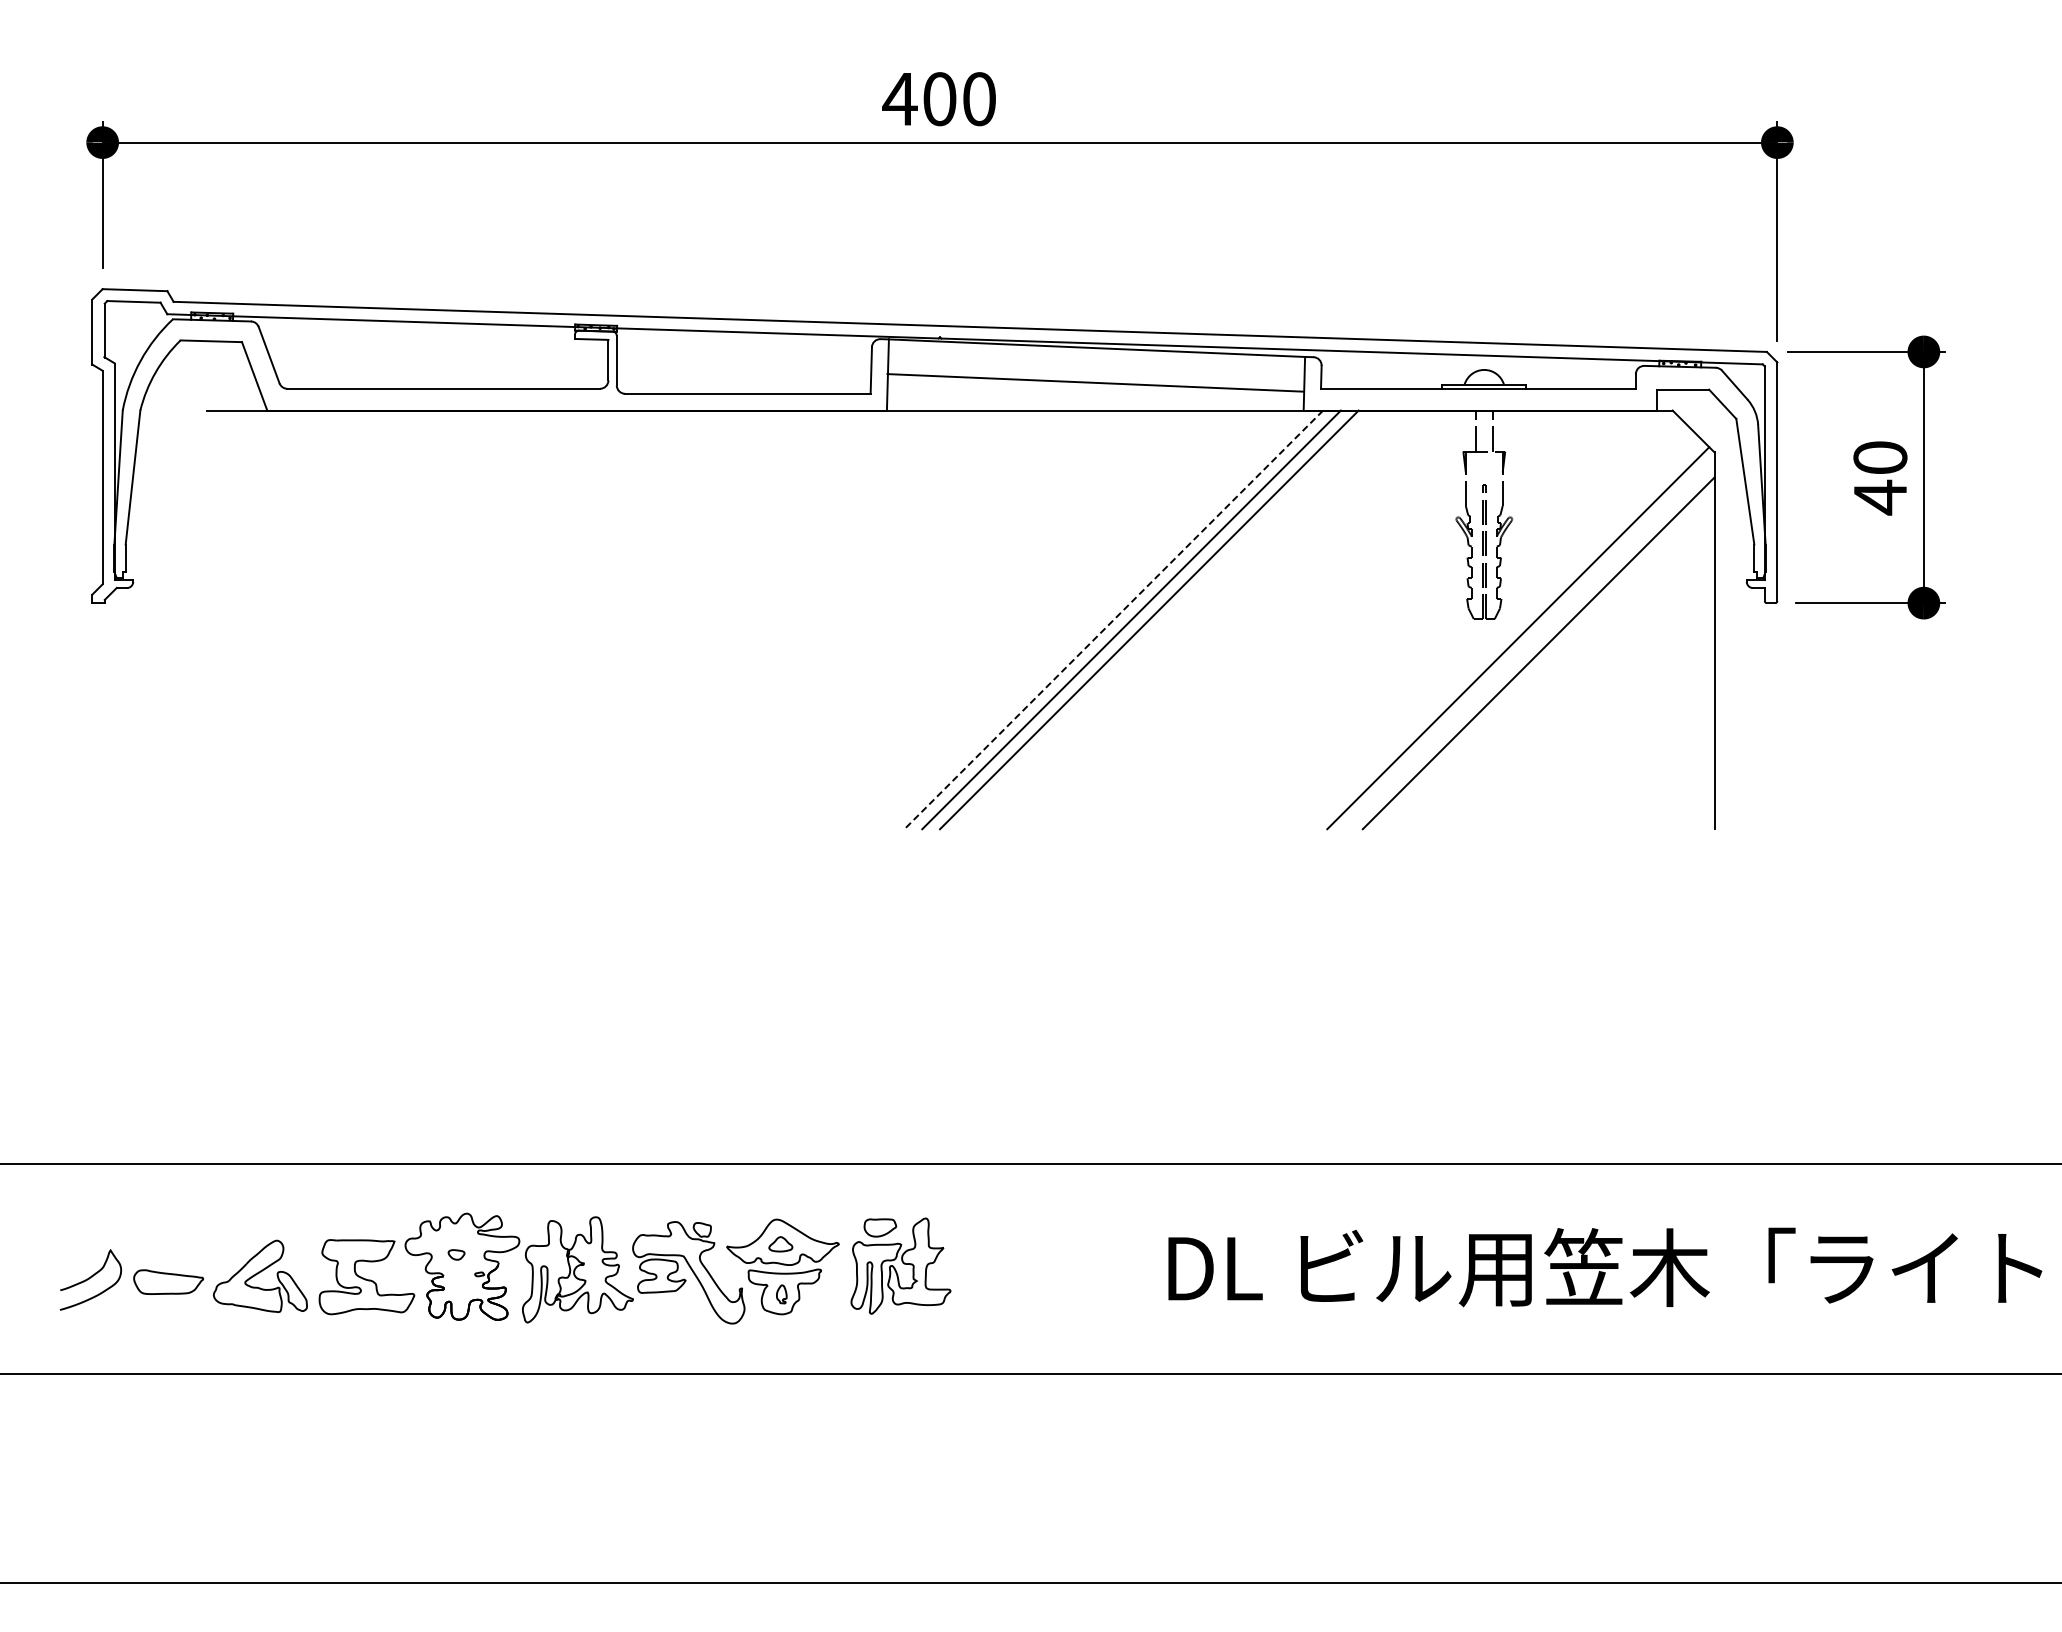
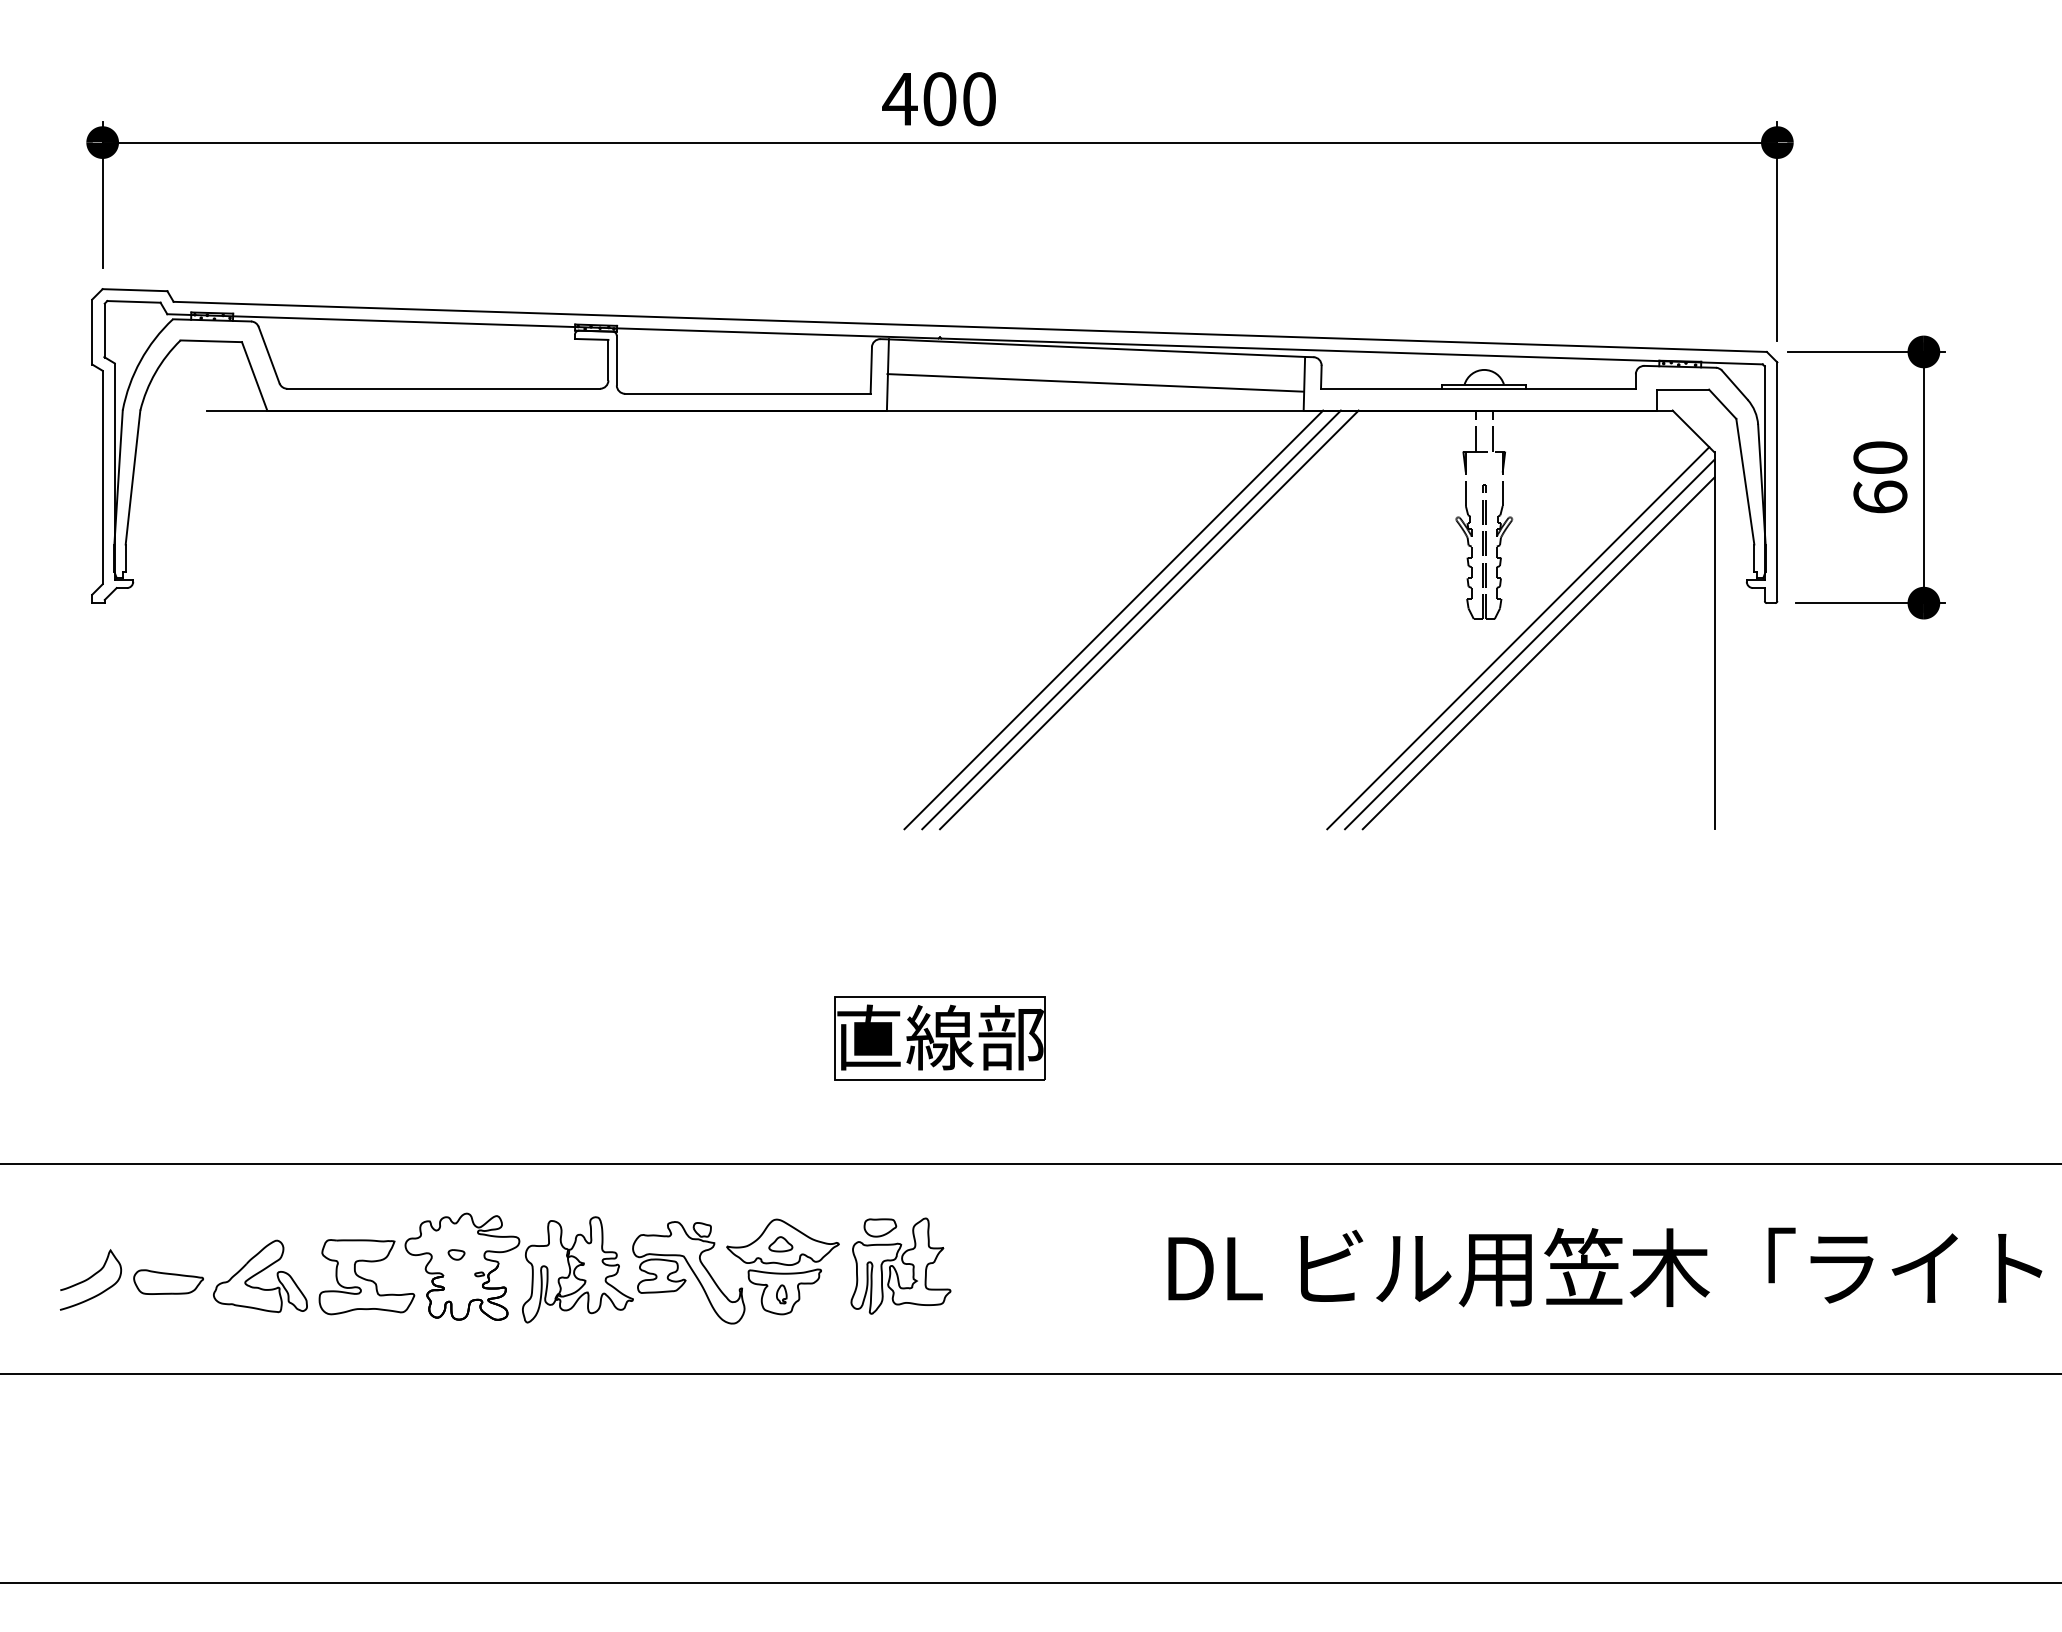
text at (1880, 497): 40 -> 60
line at (1113, 620): dashed -> solid
line at (1529, 644): none -> present
part at (939, 1038): none -> present
